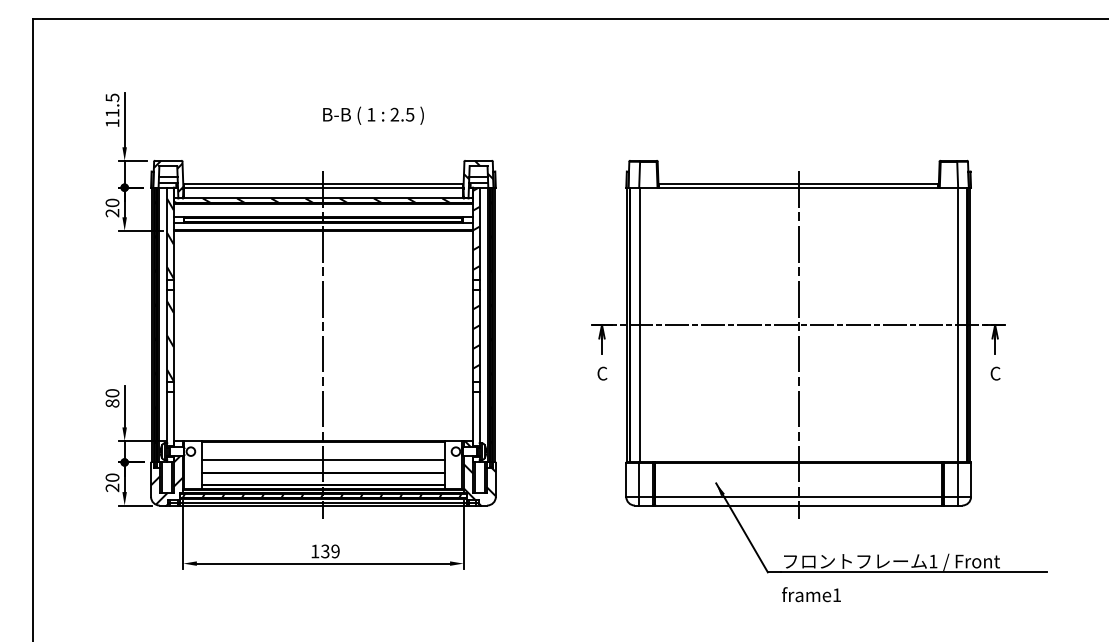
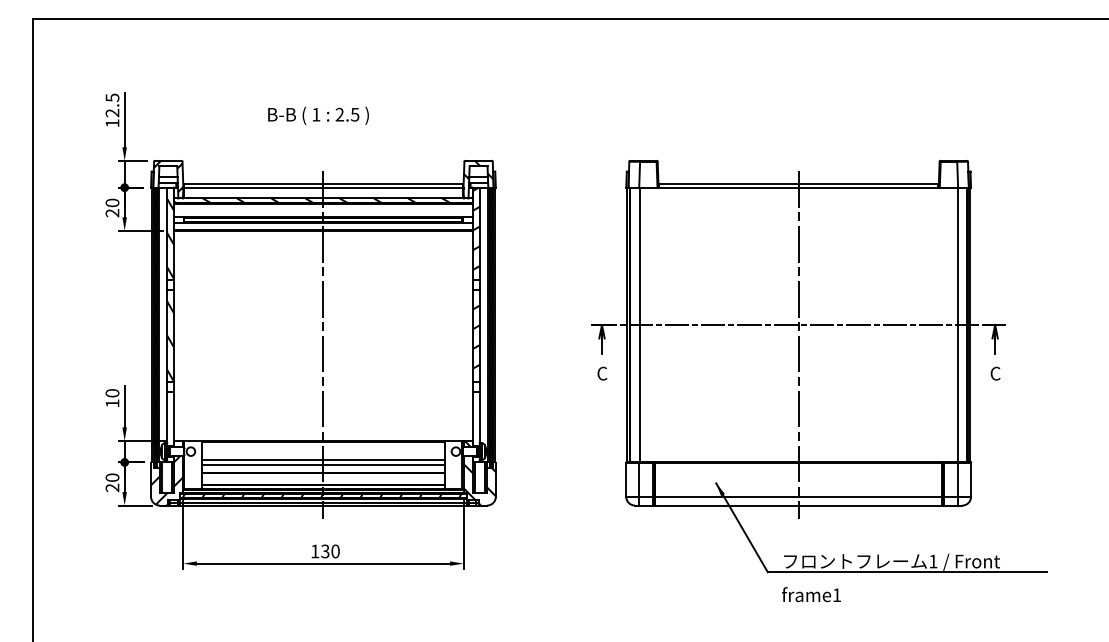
text at (112, 113): 11.5 -> 12.5
text at (373, 115) position: (373, 115) -> (318, 115)
text at (112, 403): 80 -> 10
line at (323, 464): none -> present
text at (335, 551): 139 -> 130
